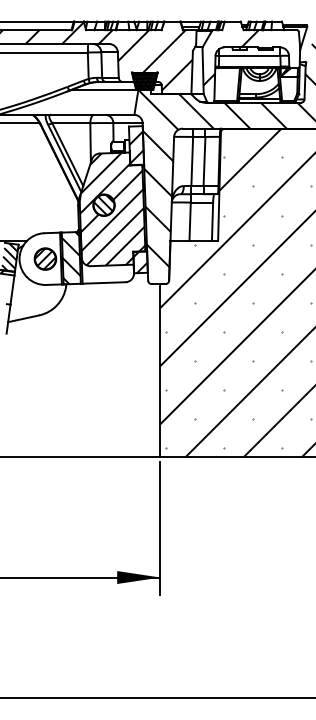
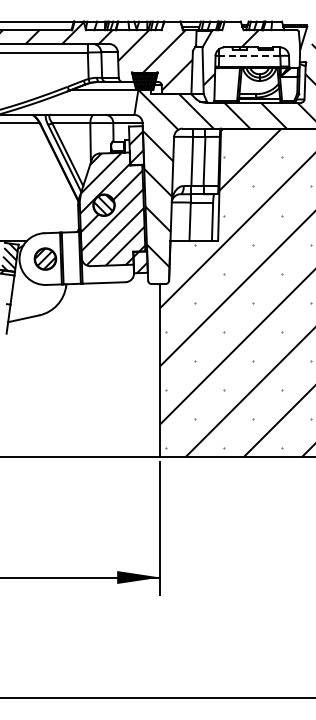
line at (249, 55): solid -> dashed
hatch at (71, 258): present -> none
